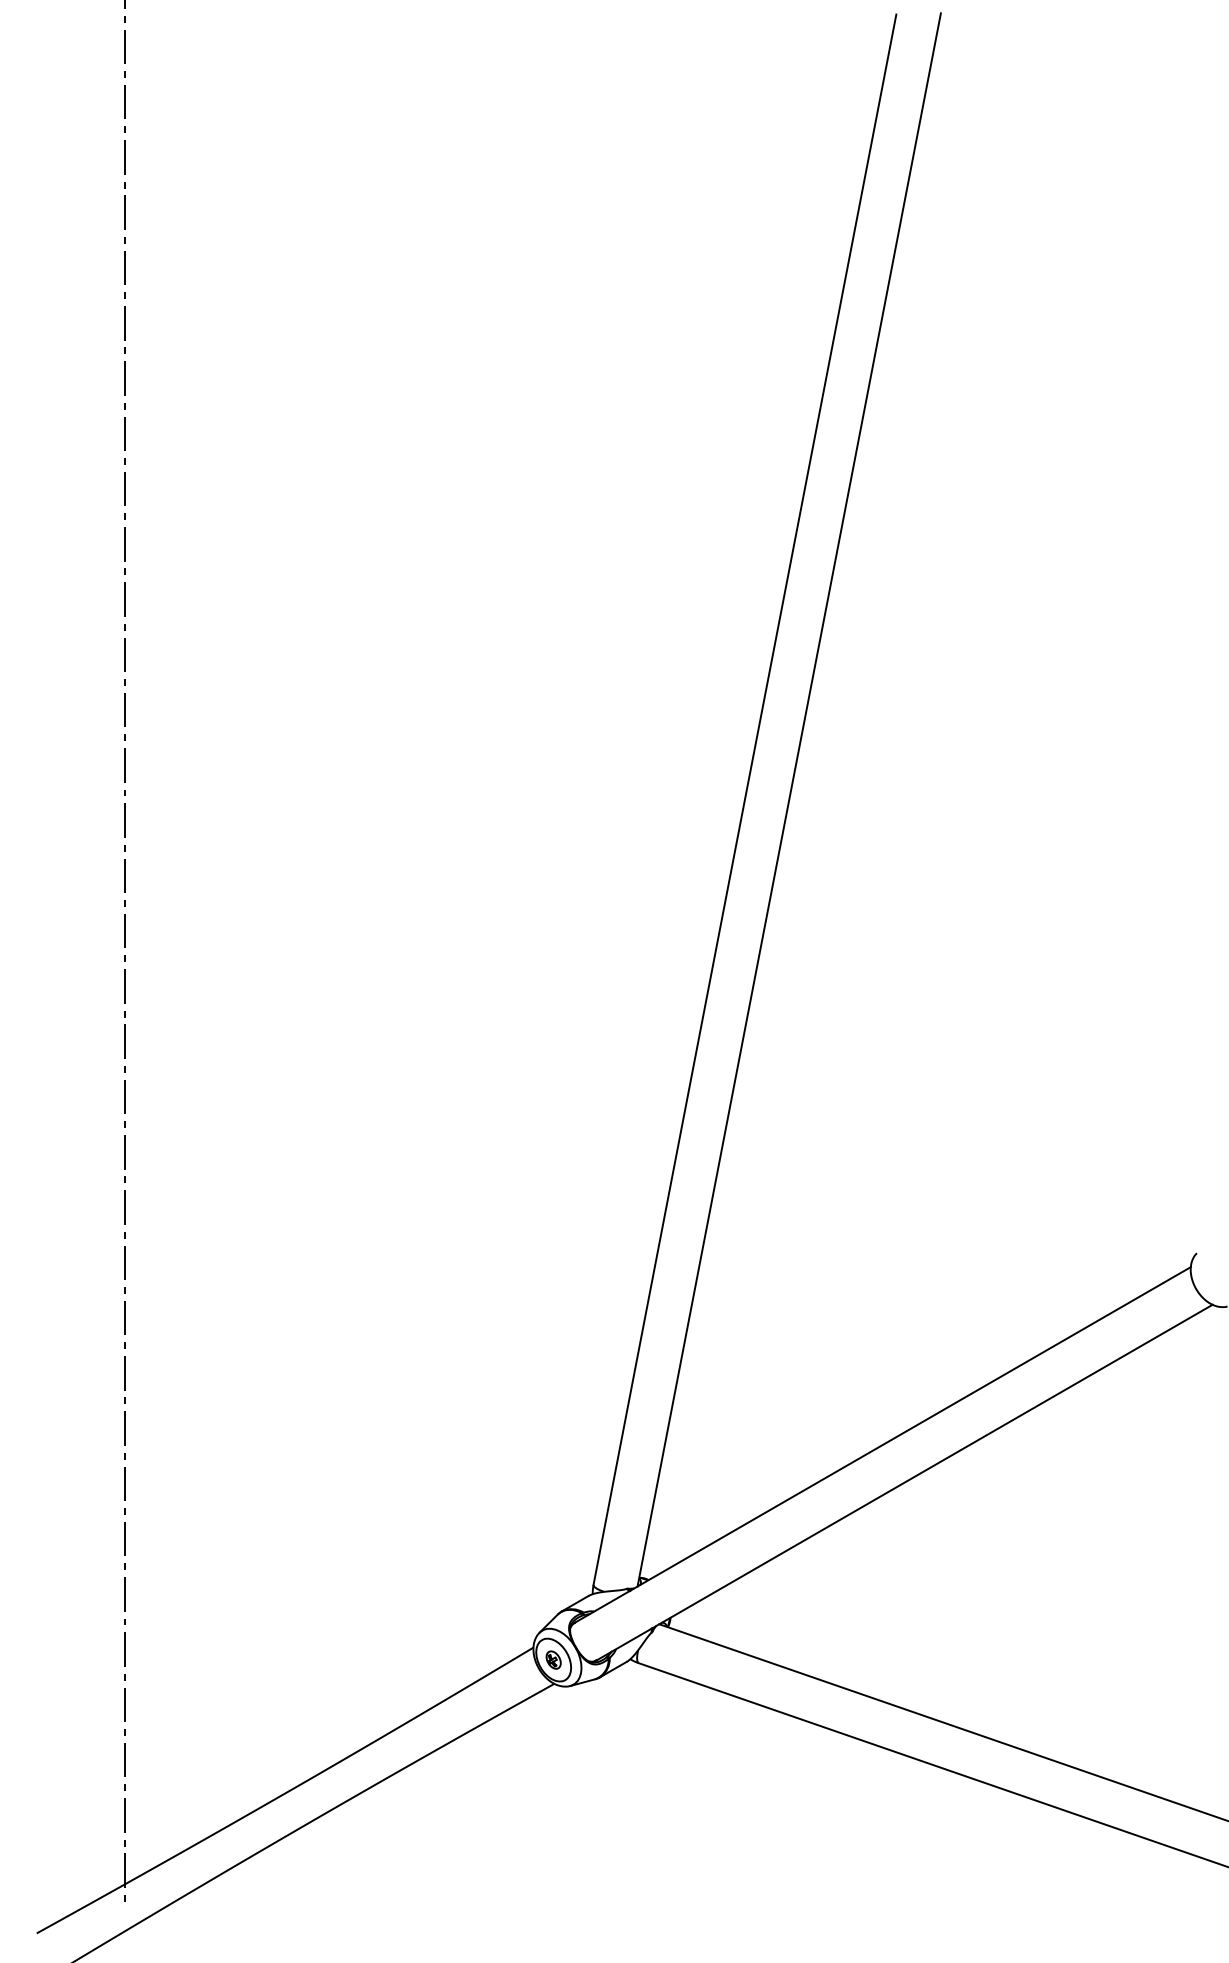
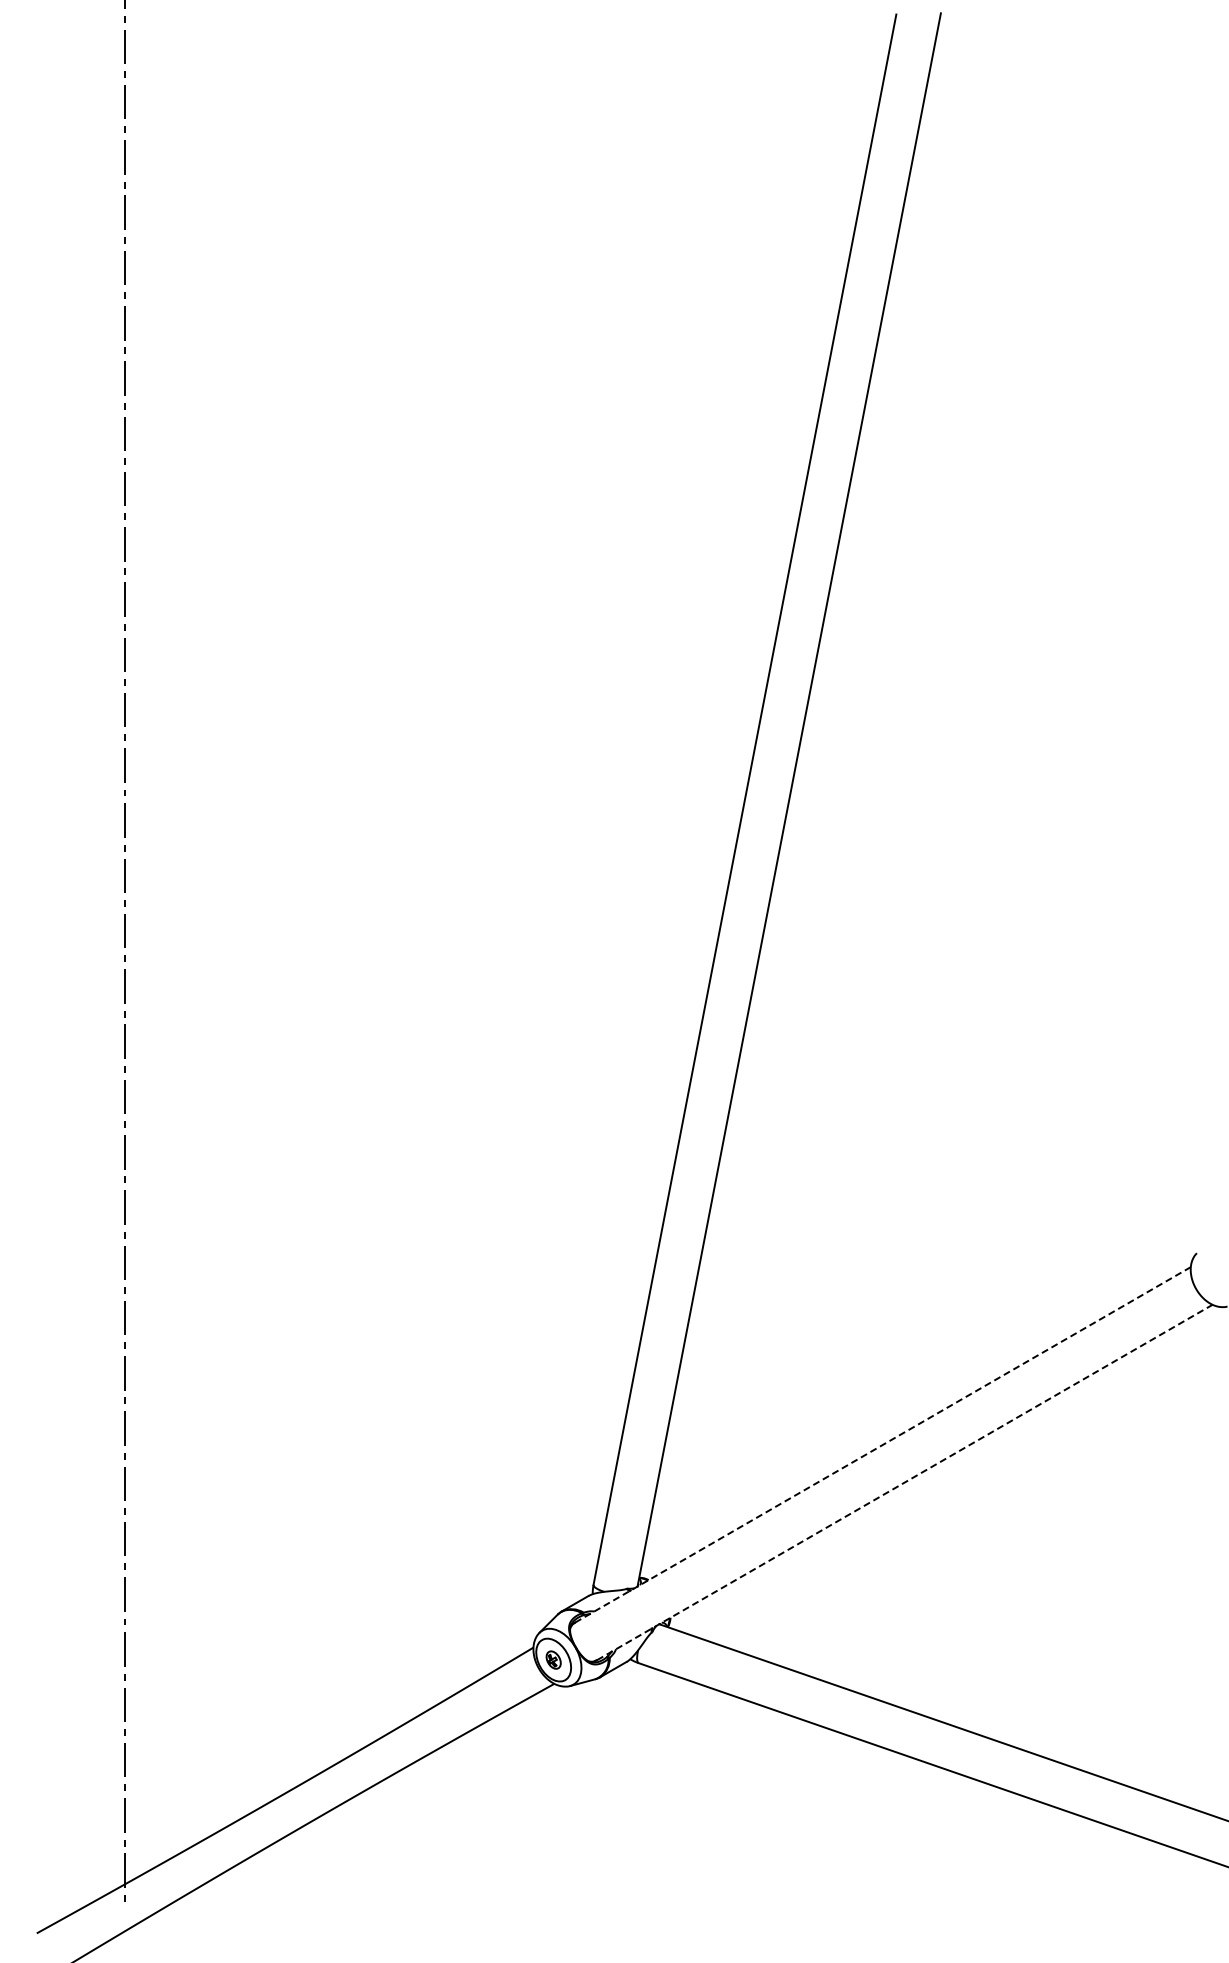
line at (882, 1445): solid -> dashed
line at (905, 1482): solid -> dashed
